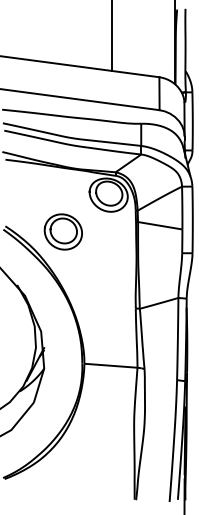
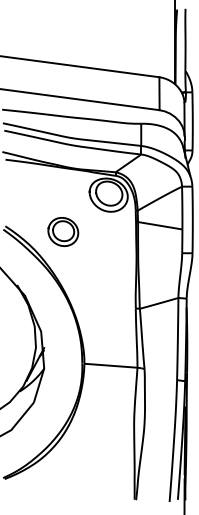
line at (112, 36): present -> none
part at (62, 231) size: 40x38 px -> 33x30 px
